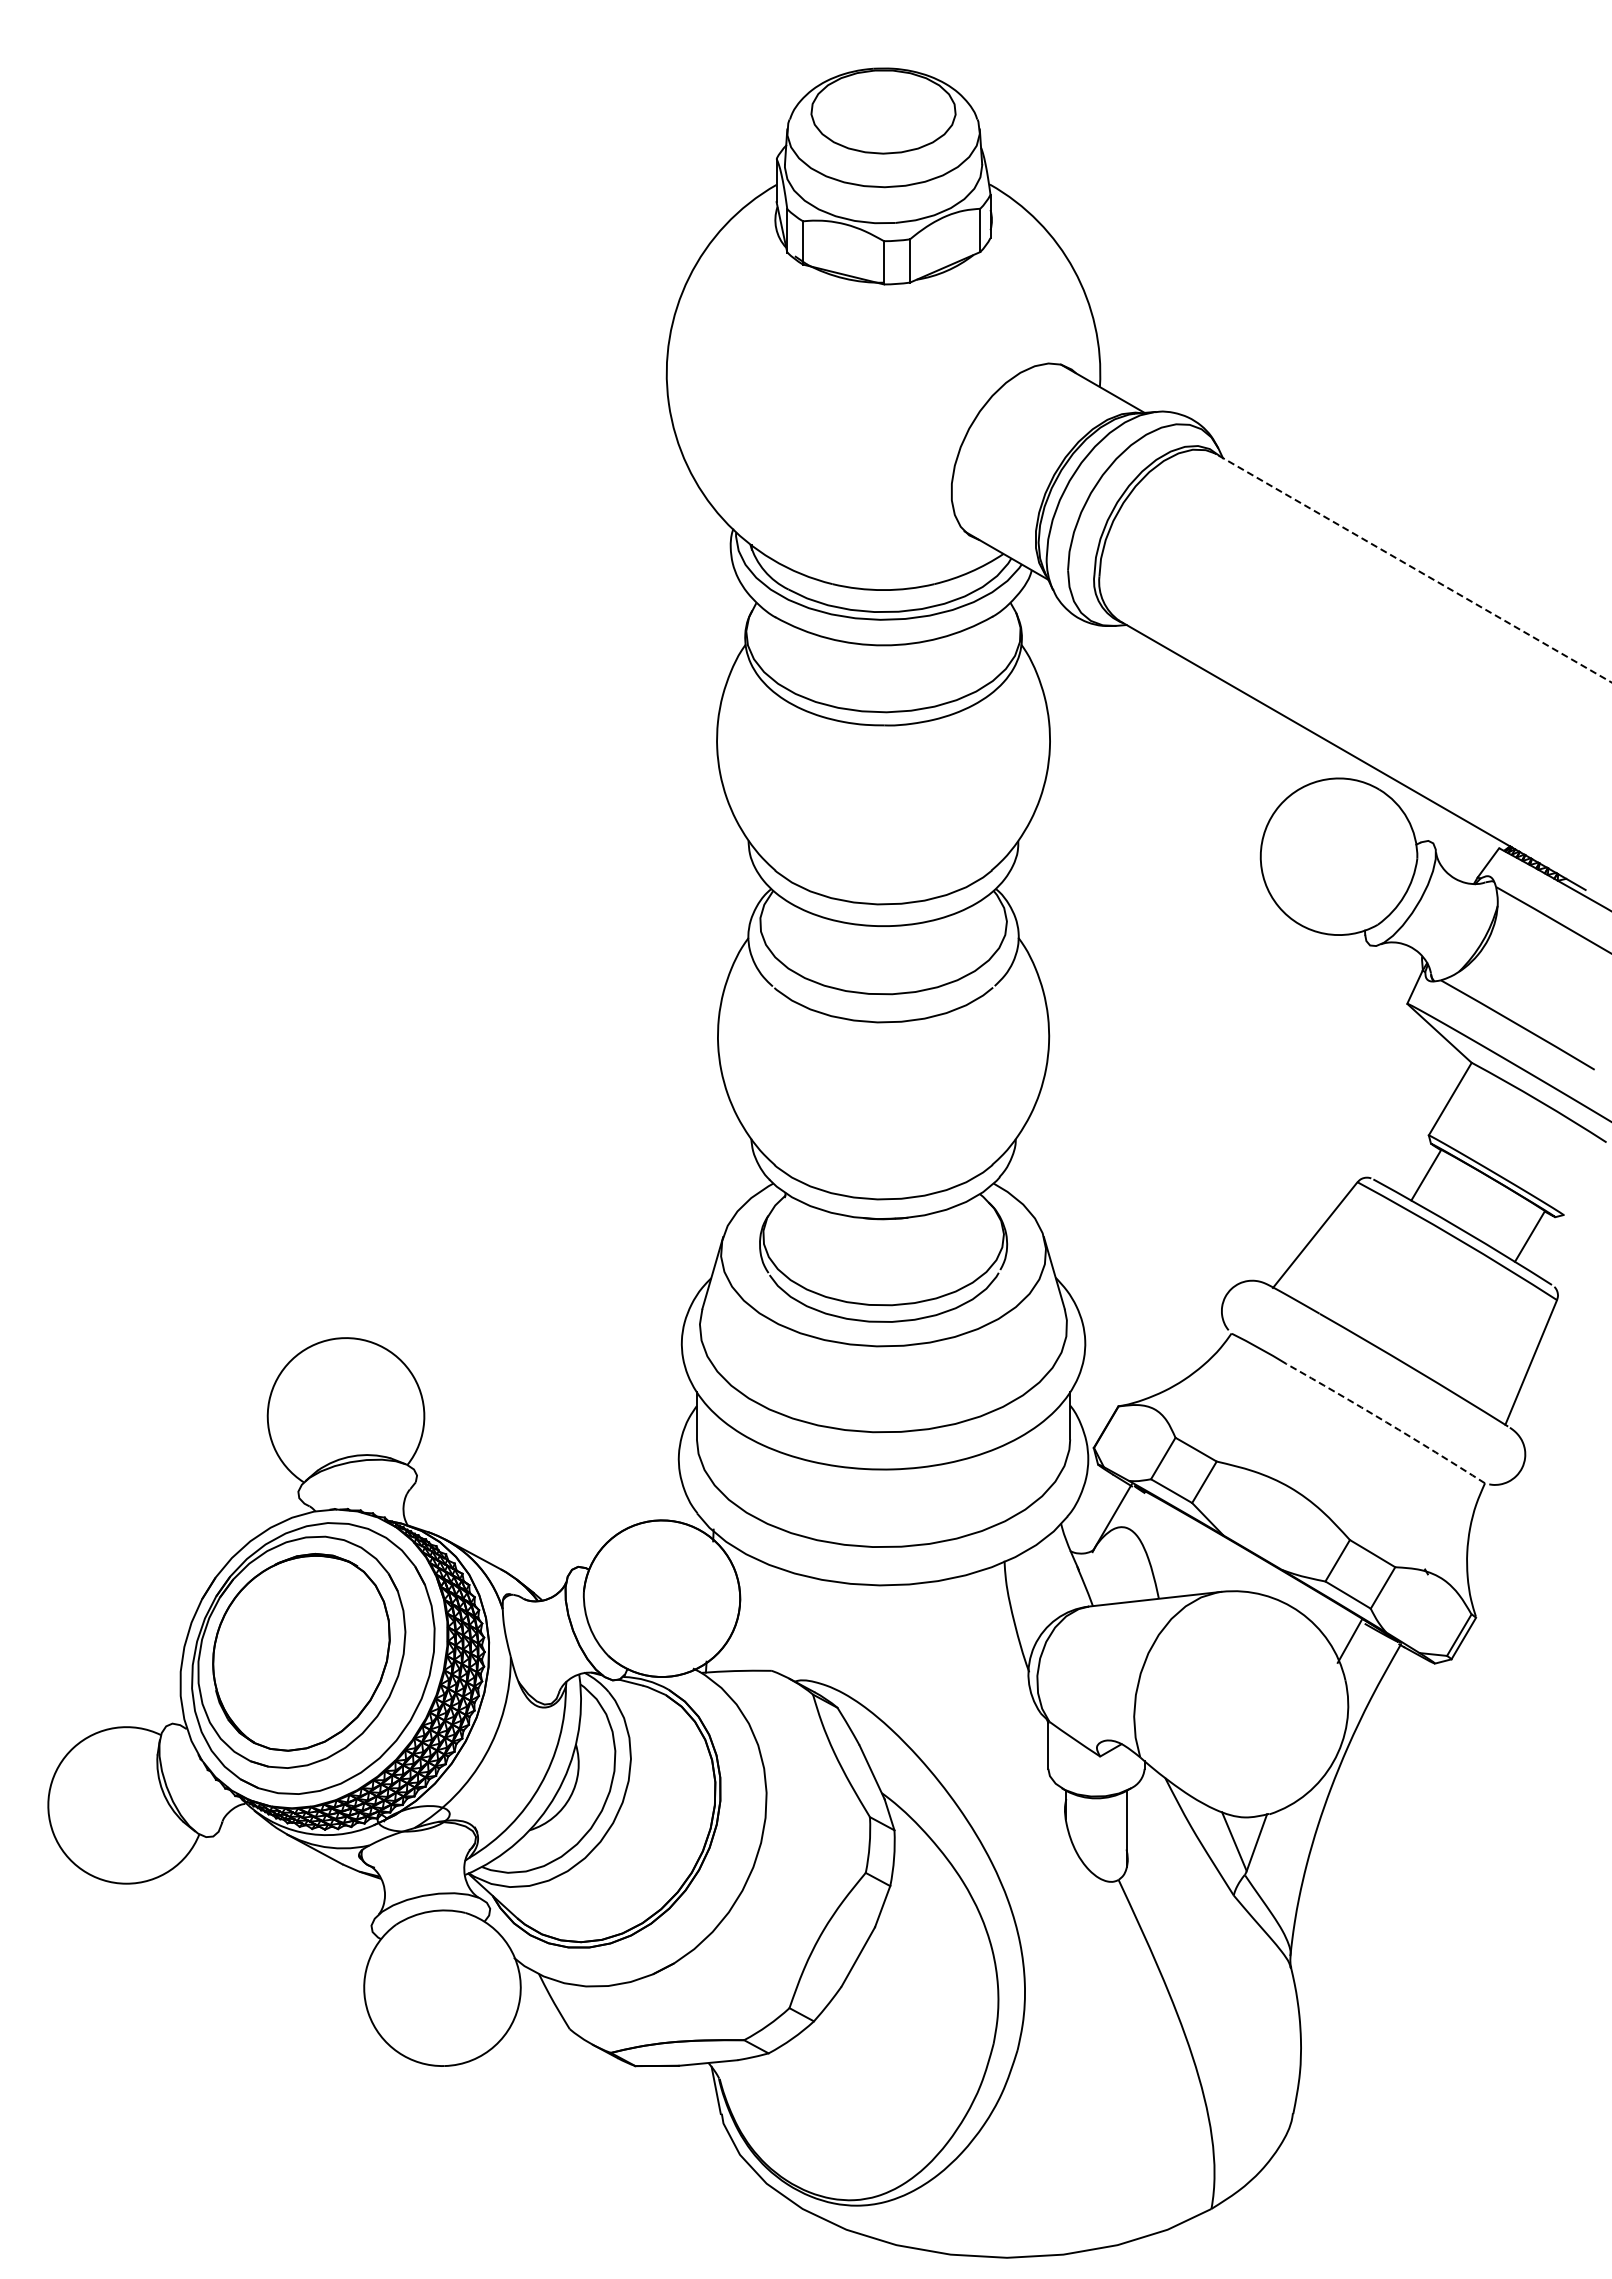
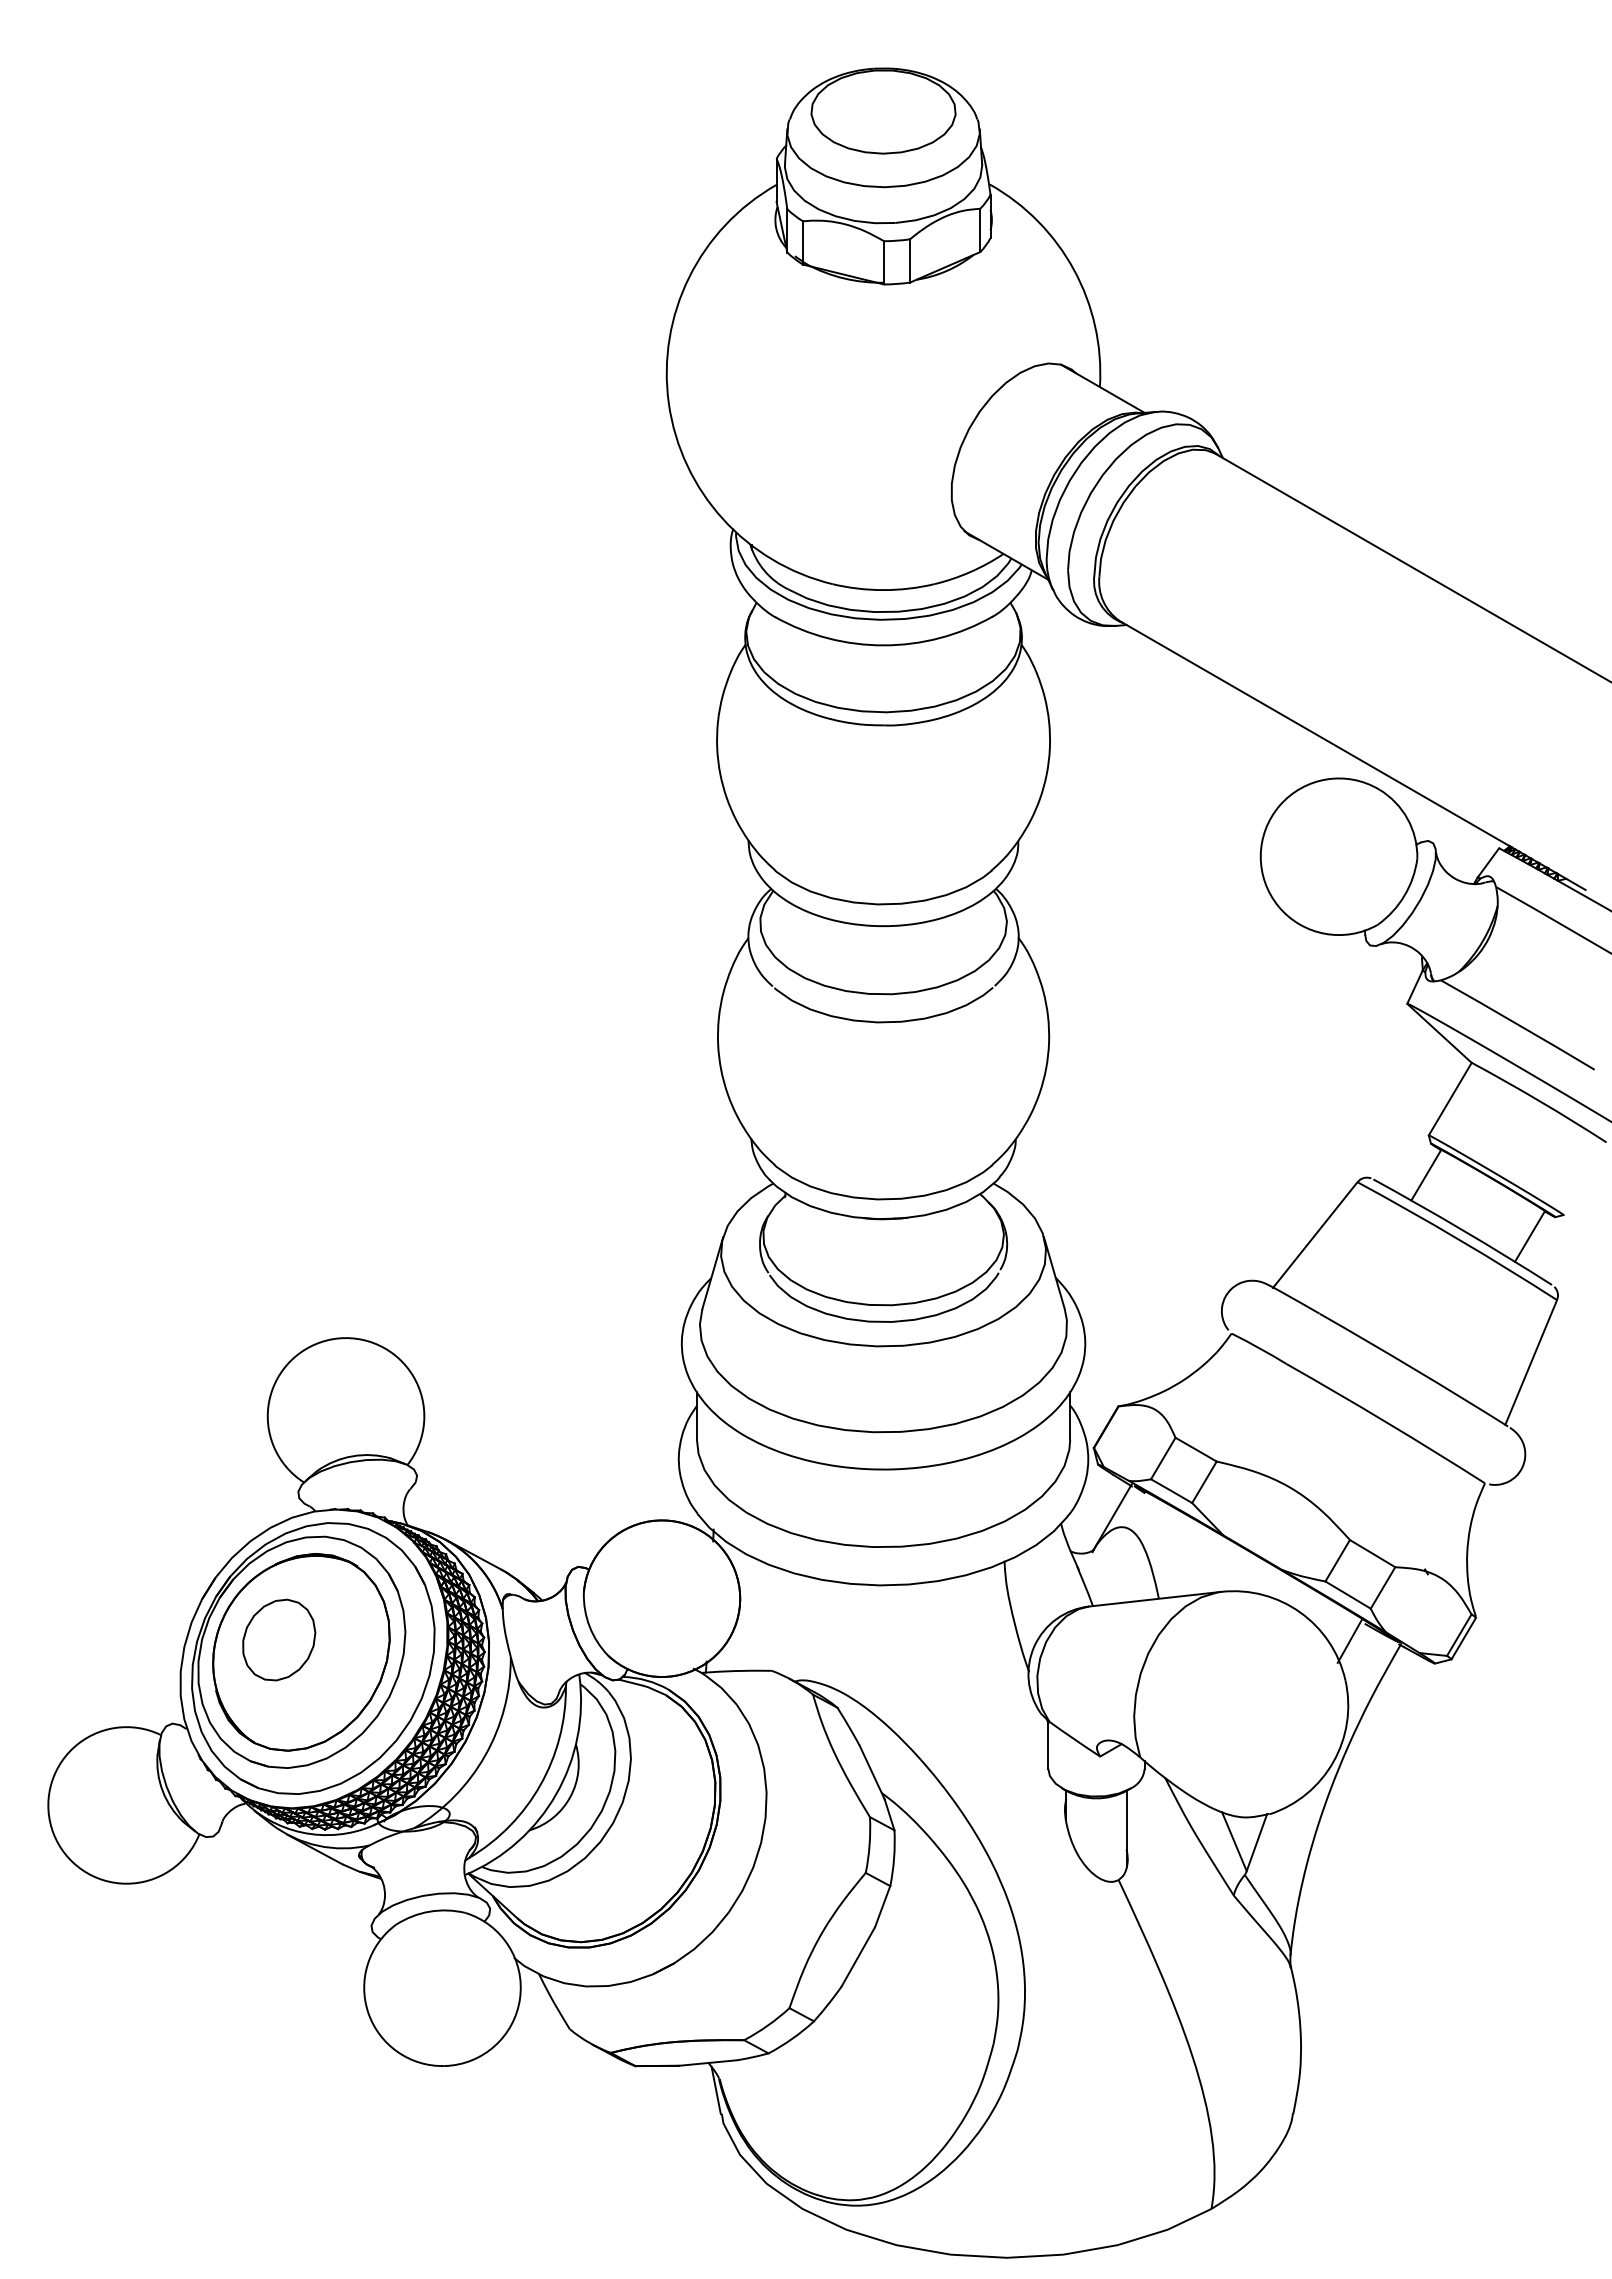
line at (1413, 568): dashed -> solid
arc at (1386, 1422): dashed -> solid
part at (279, 1639): none -> present
